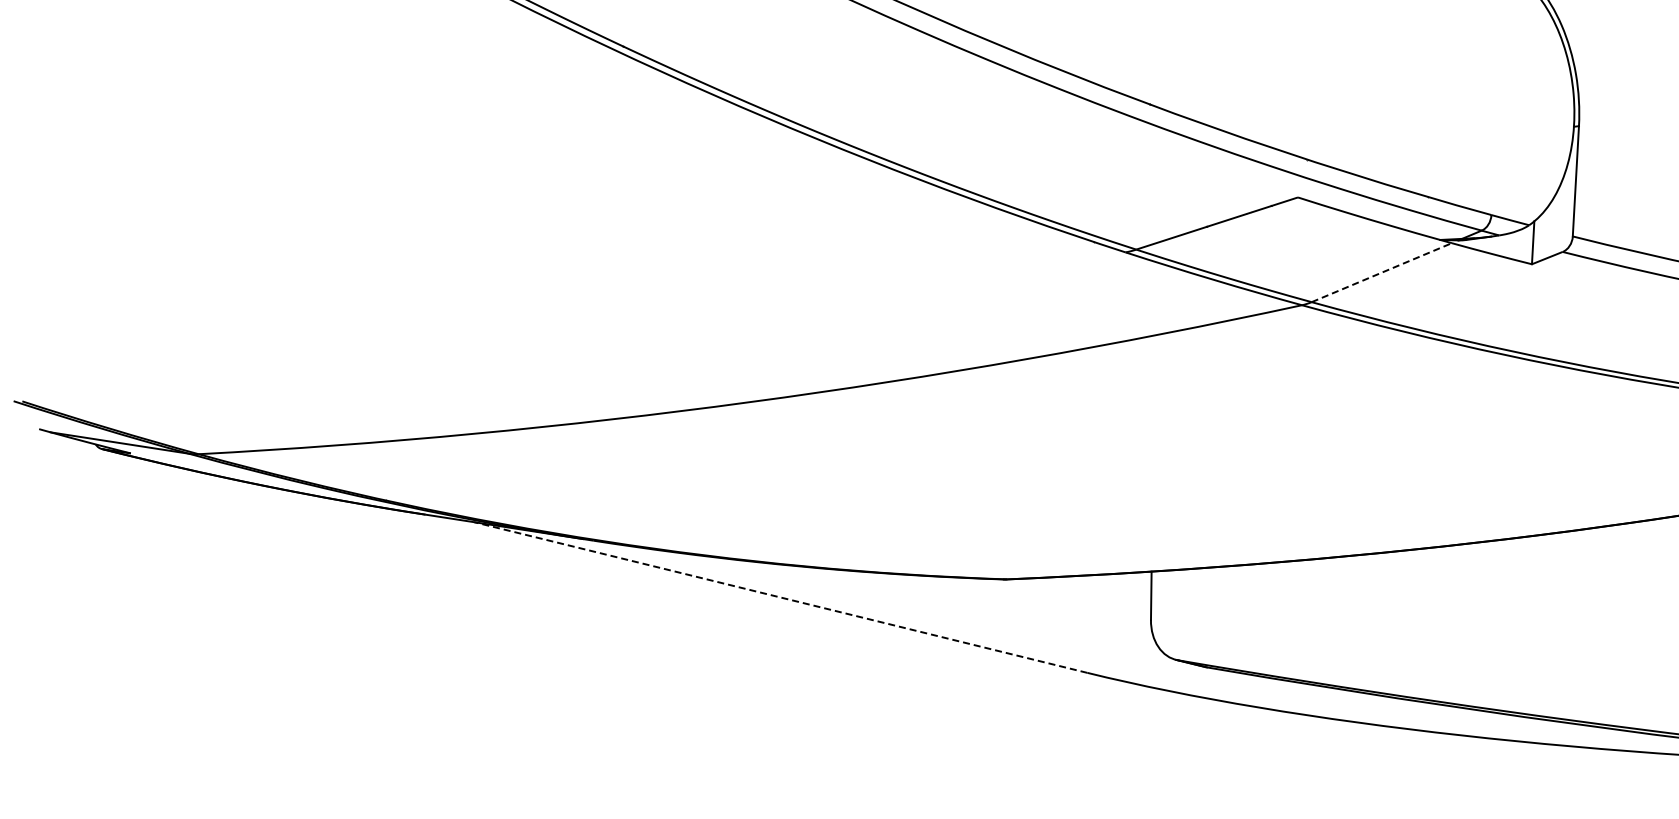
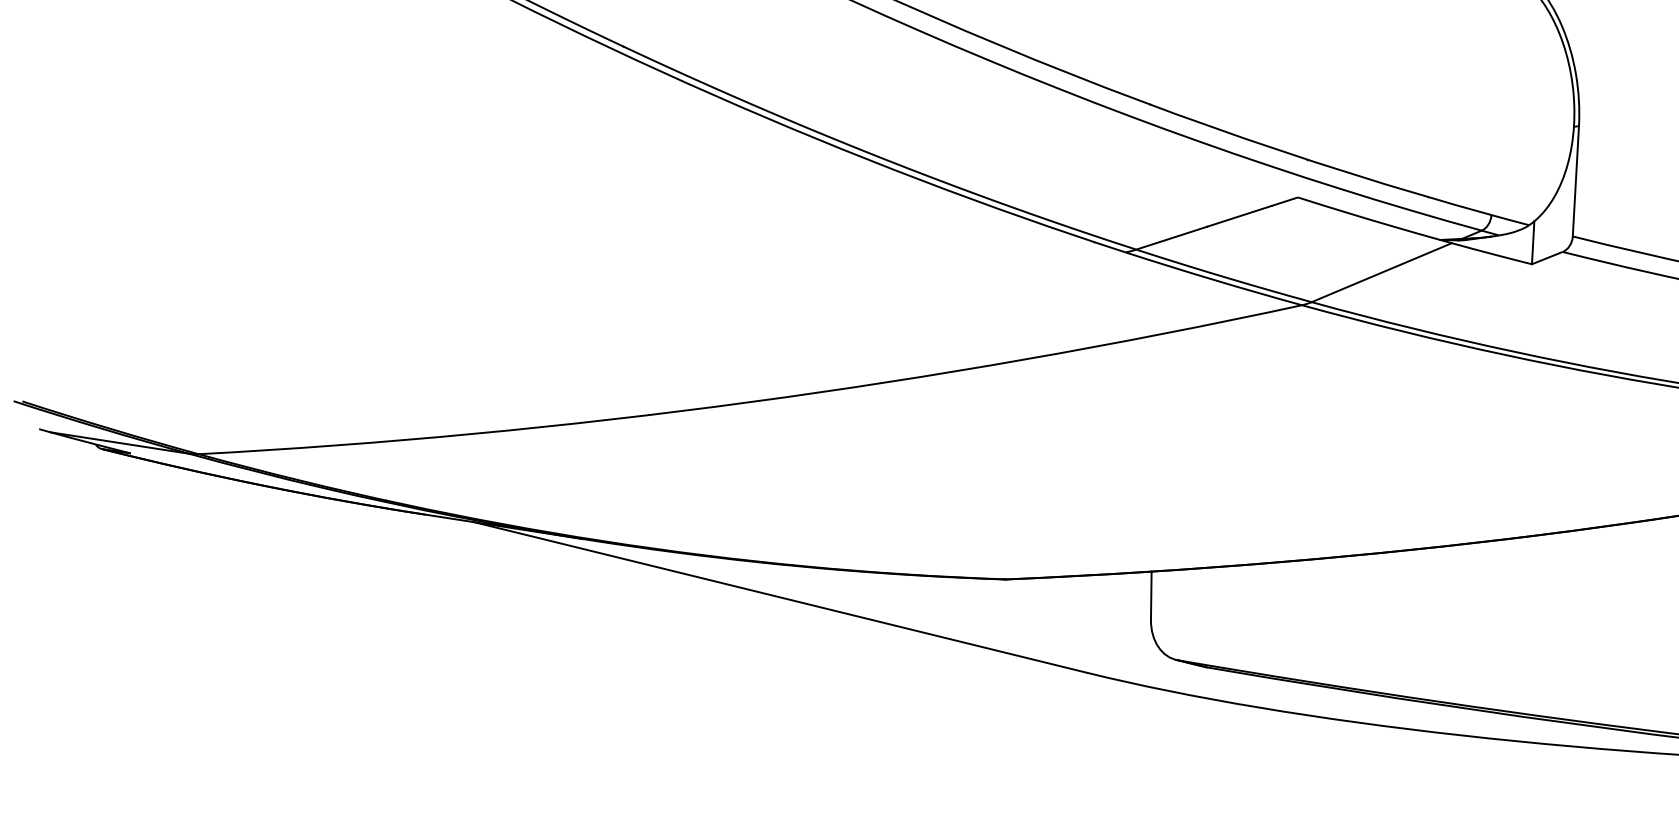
line at (1382, 272): dashed -> solid
line at (780, 597): dashed -> solid
